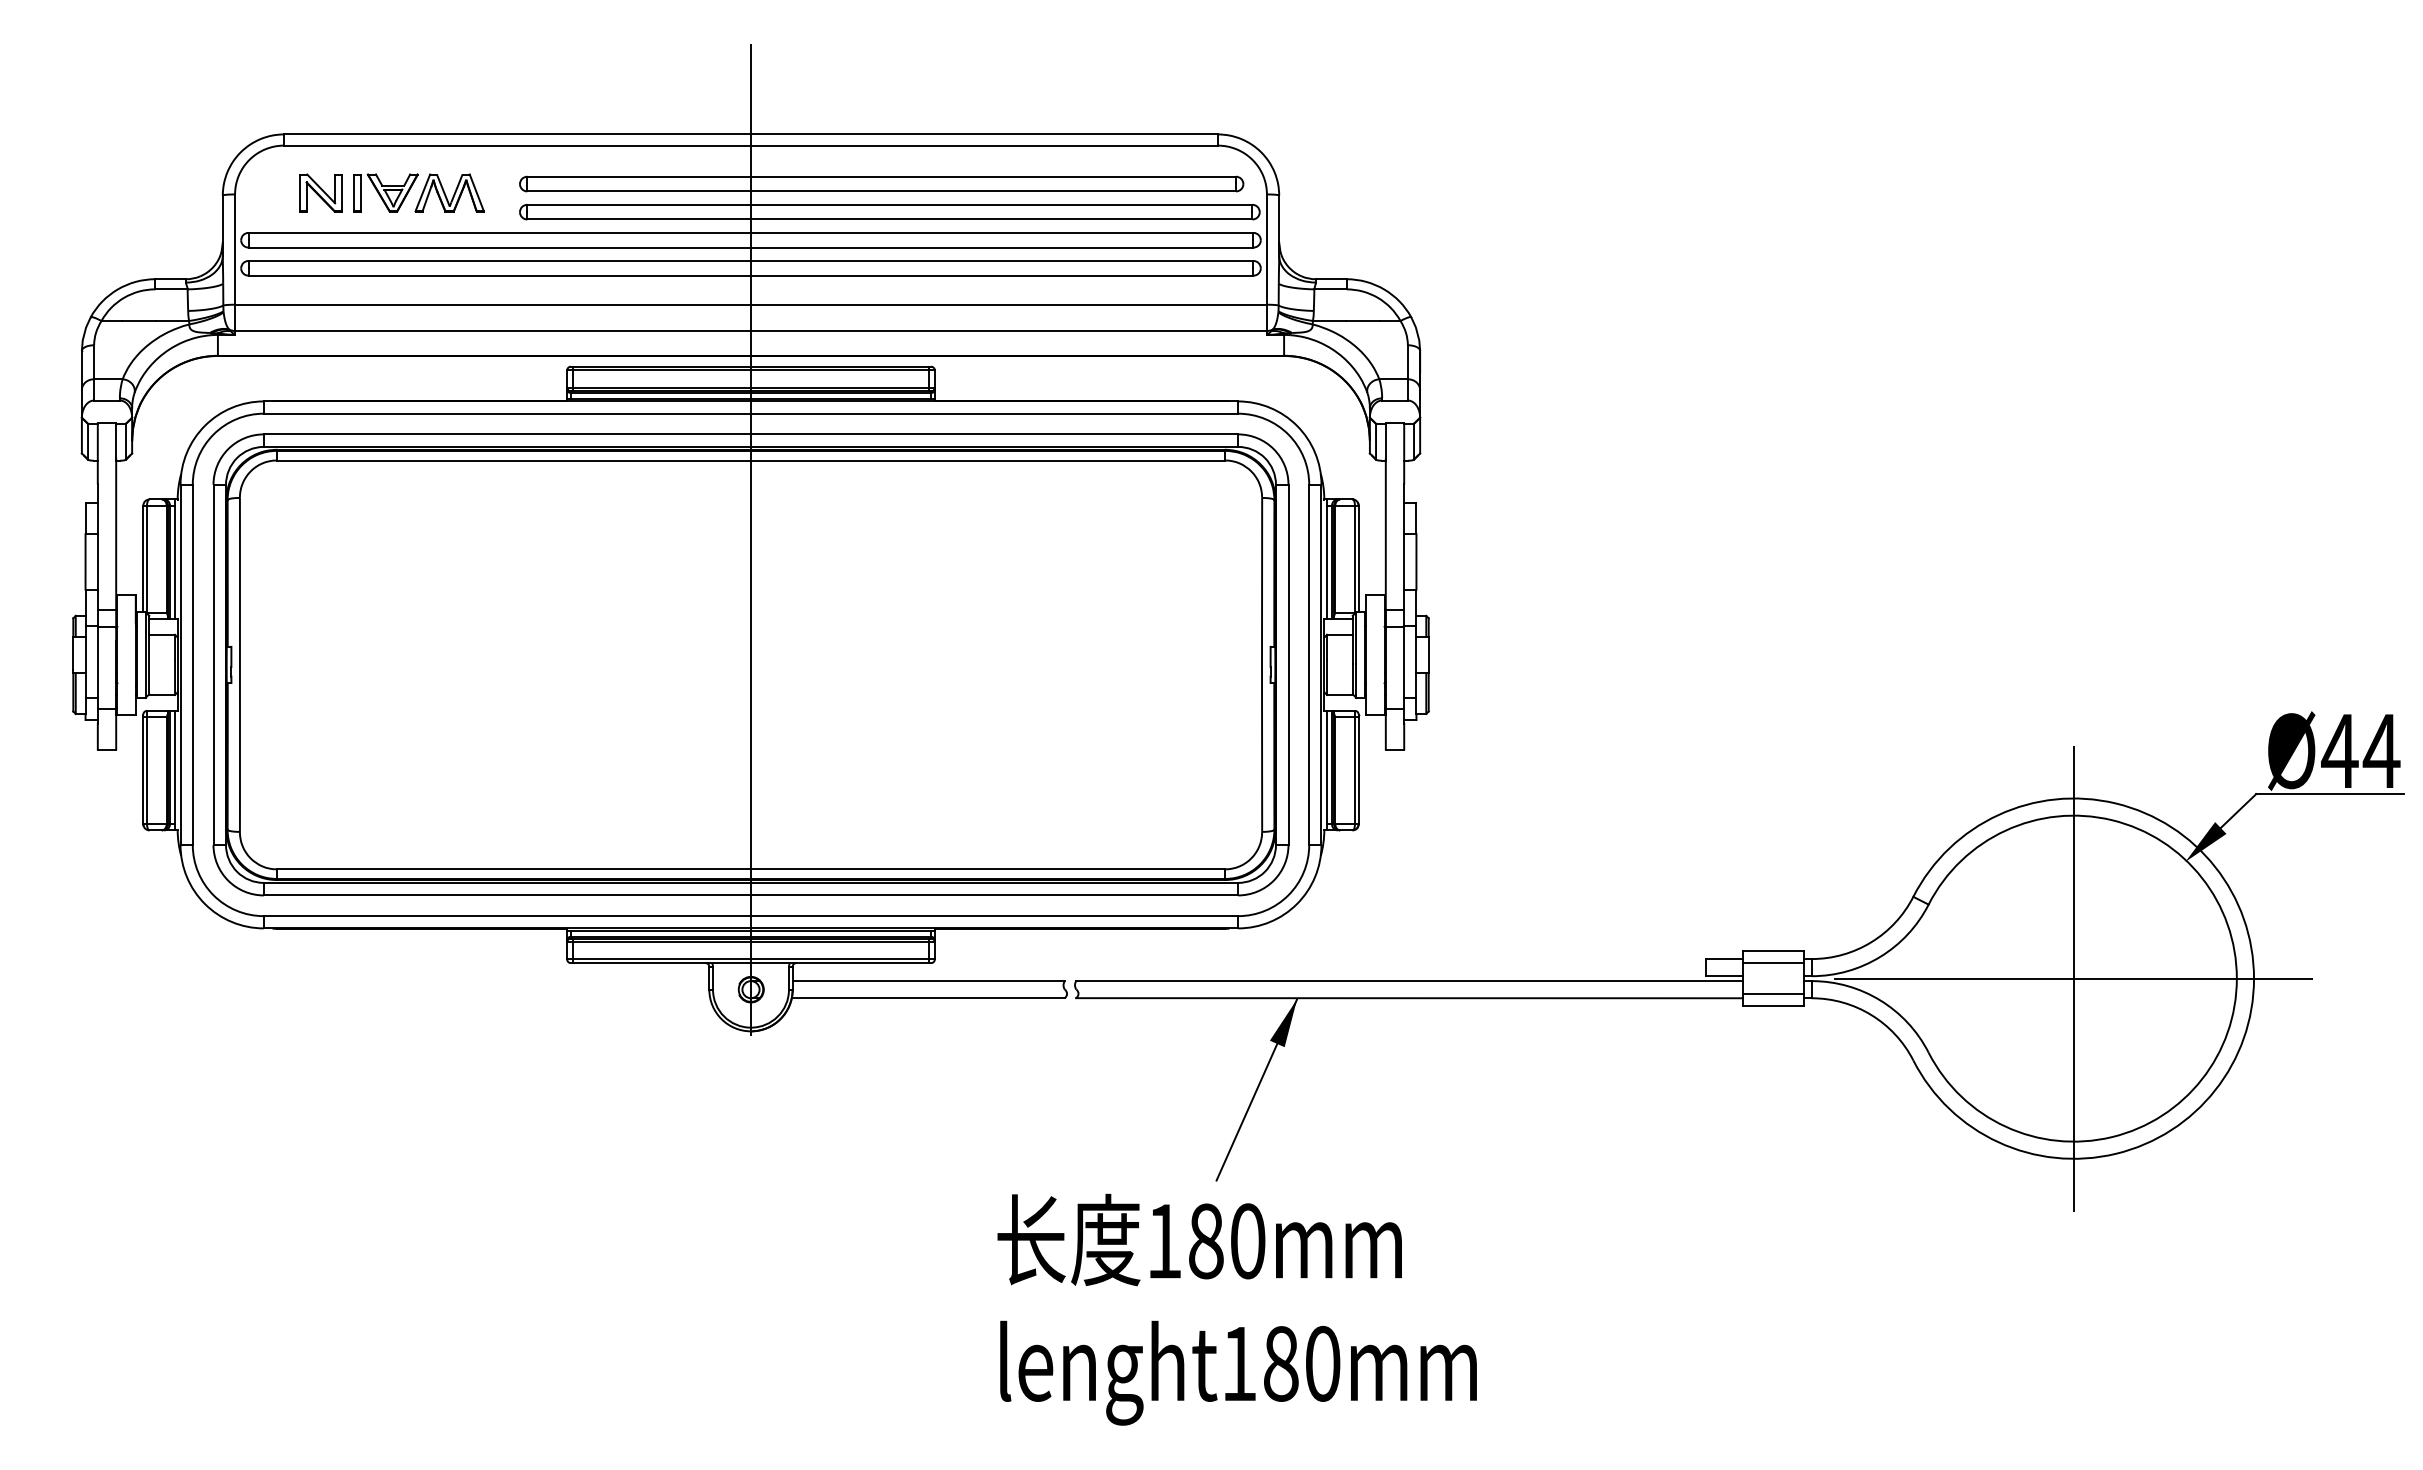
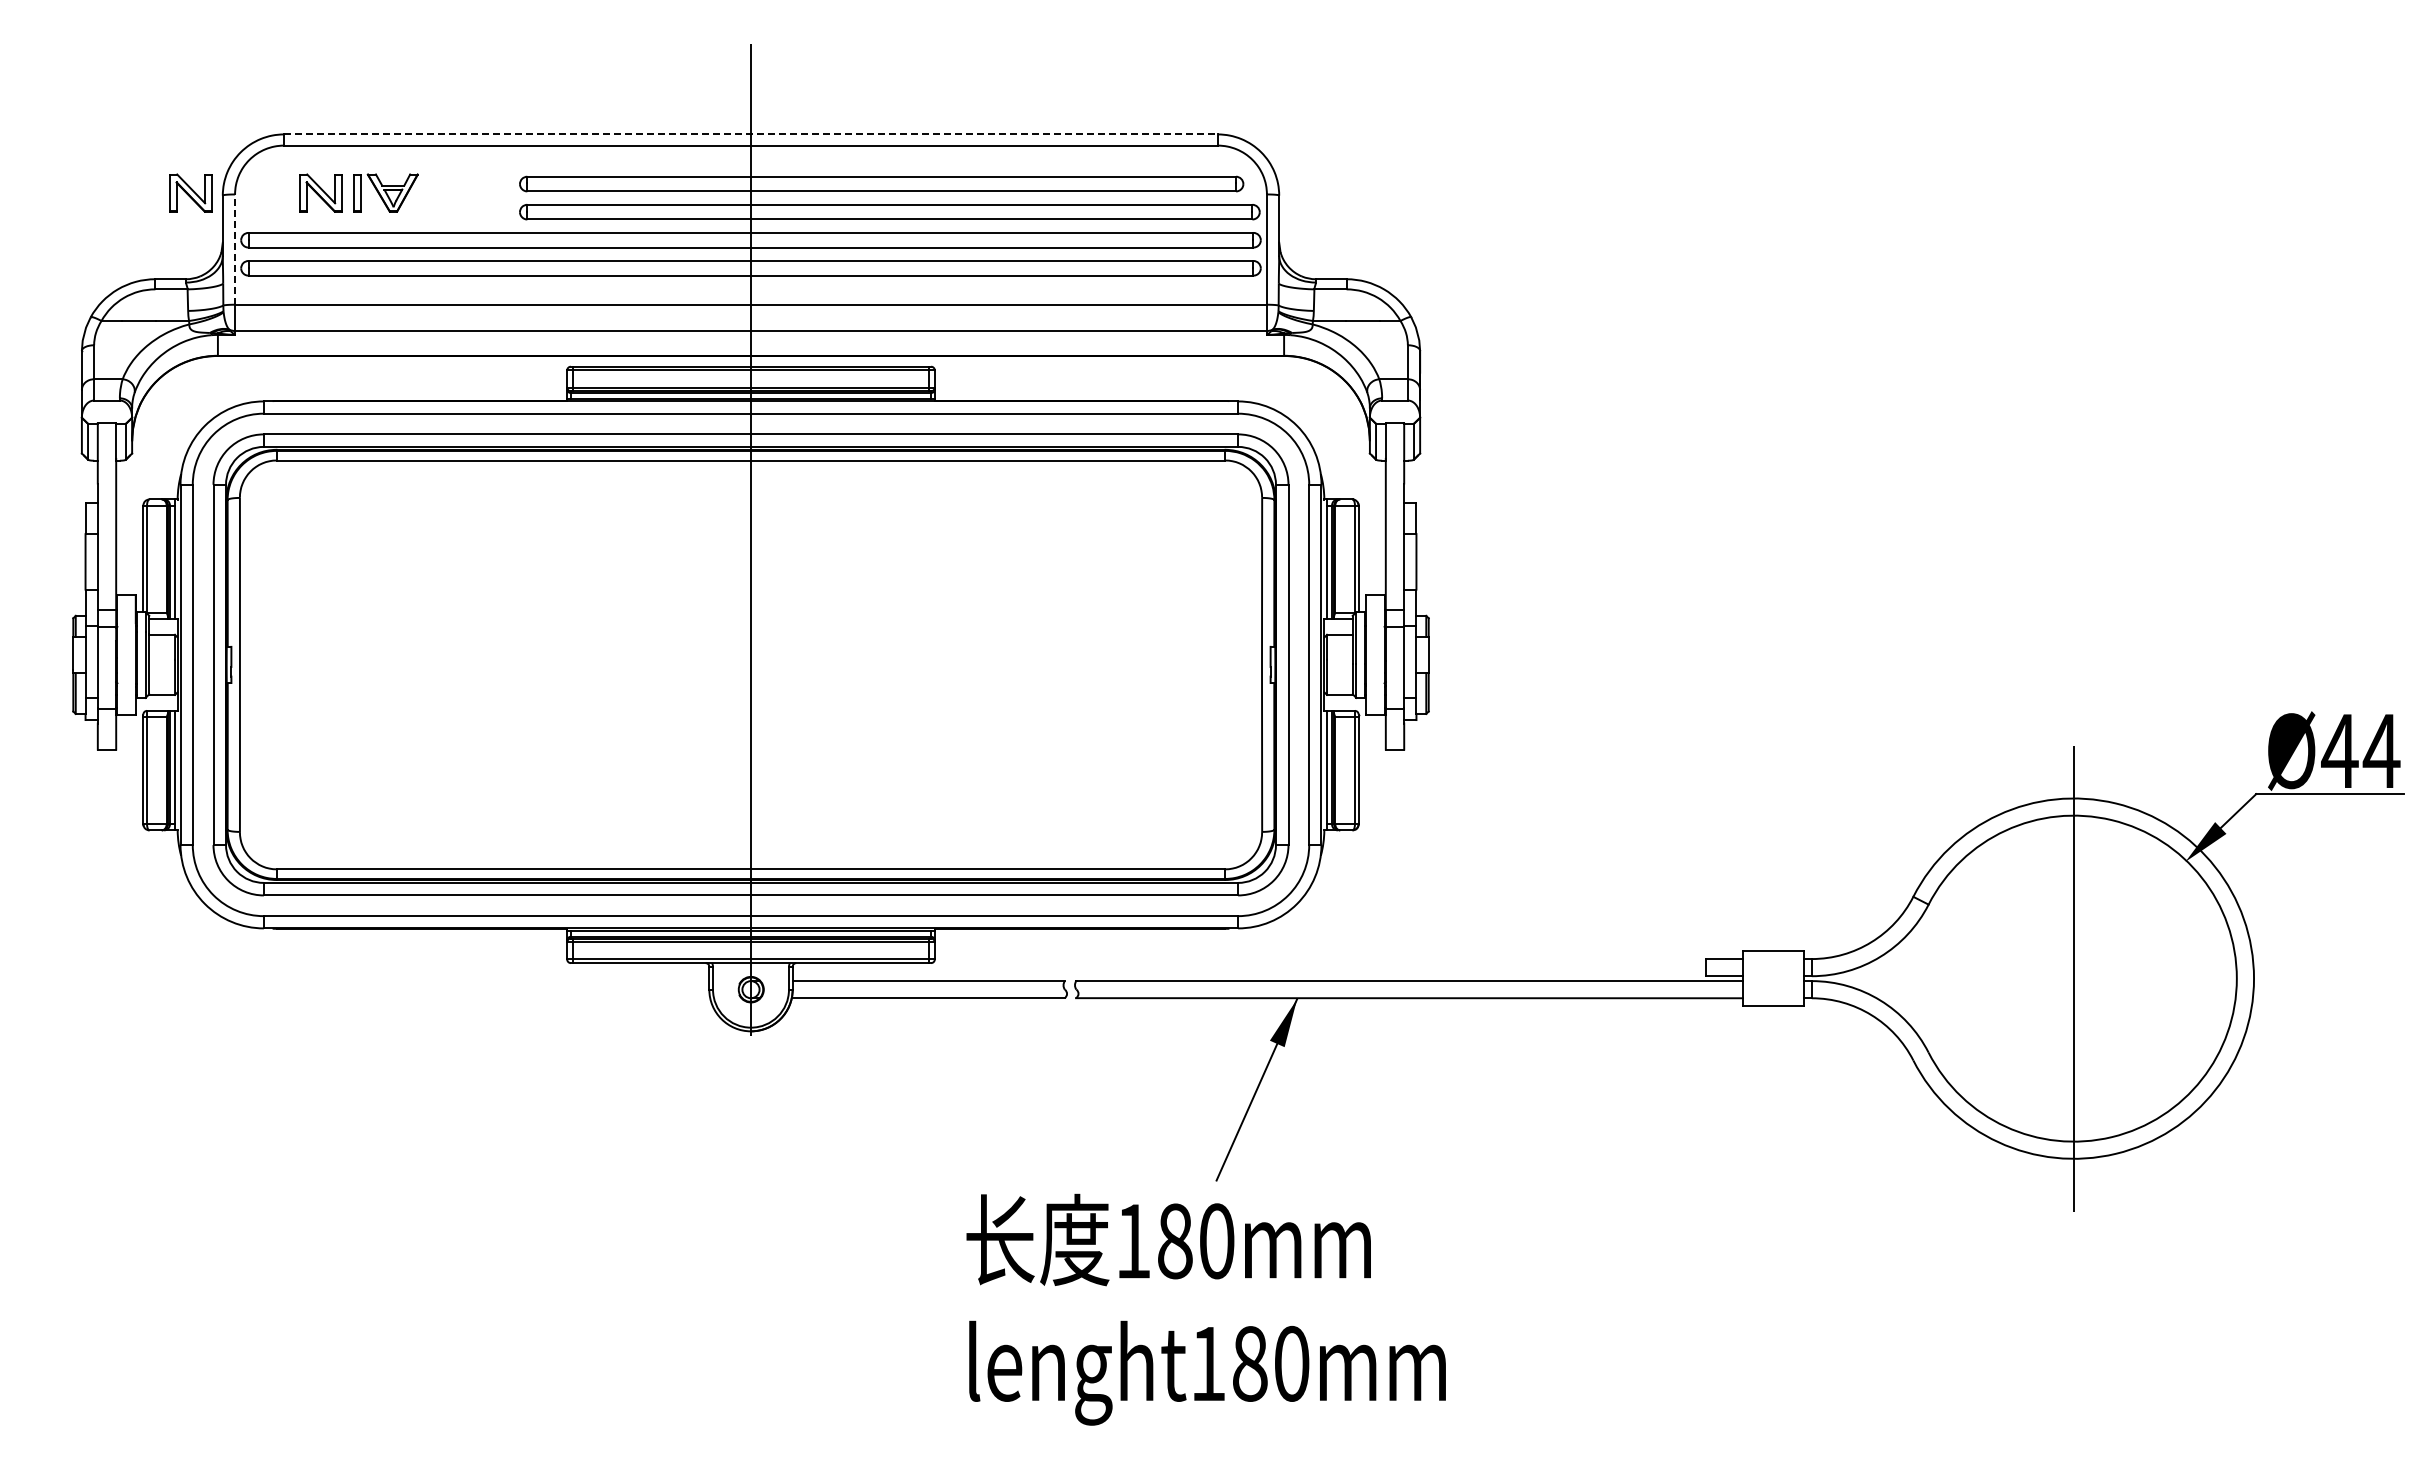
line at (751, 134): solid -> dashed
part at (190, 192): none -> present
part at (449, 192): present -> none
line at (235, 249): solid -> dashed
line at (1773, 963): present -> none
line at (2073, 978): present -> none
line at (1773, 993): present -> none
text at (1236, 1309) position: (1236, 1309) -> (1205, 1309)
